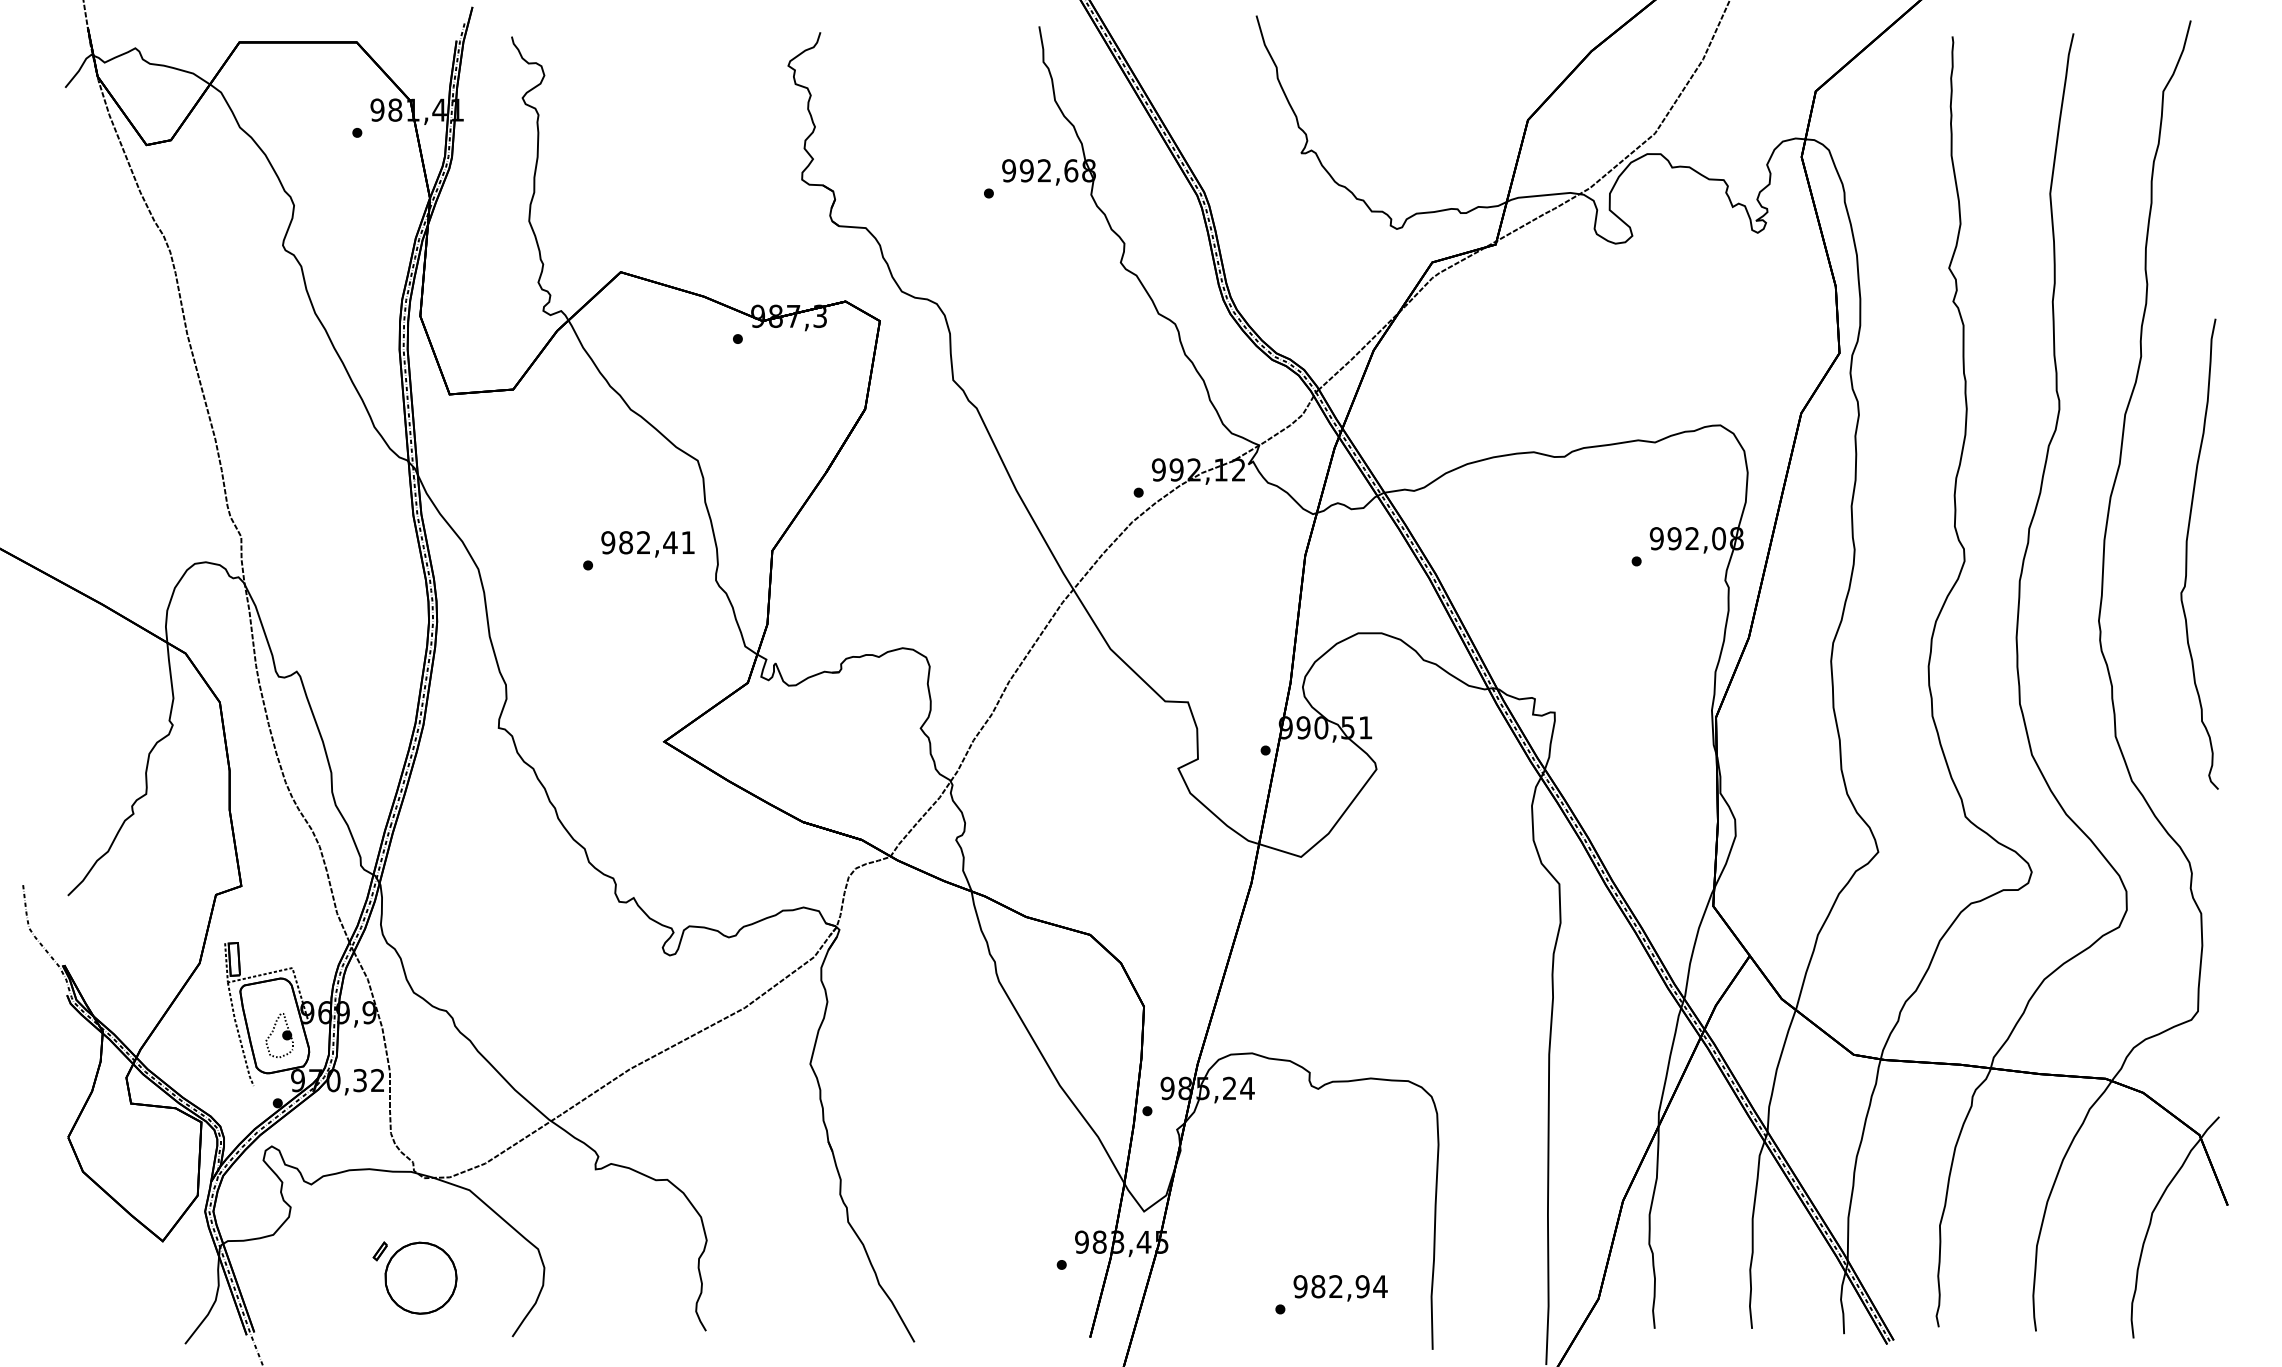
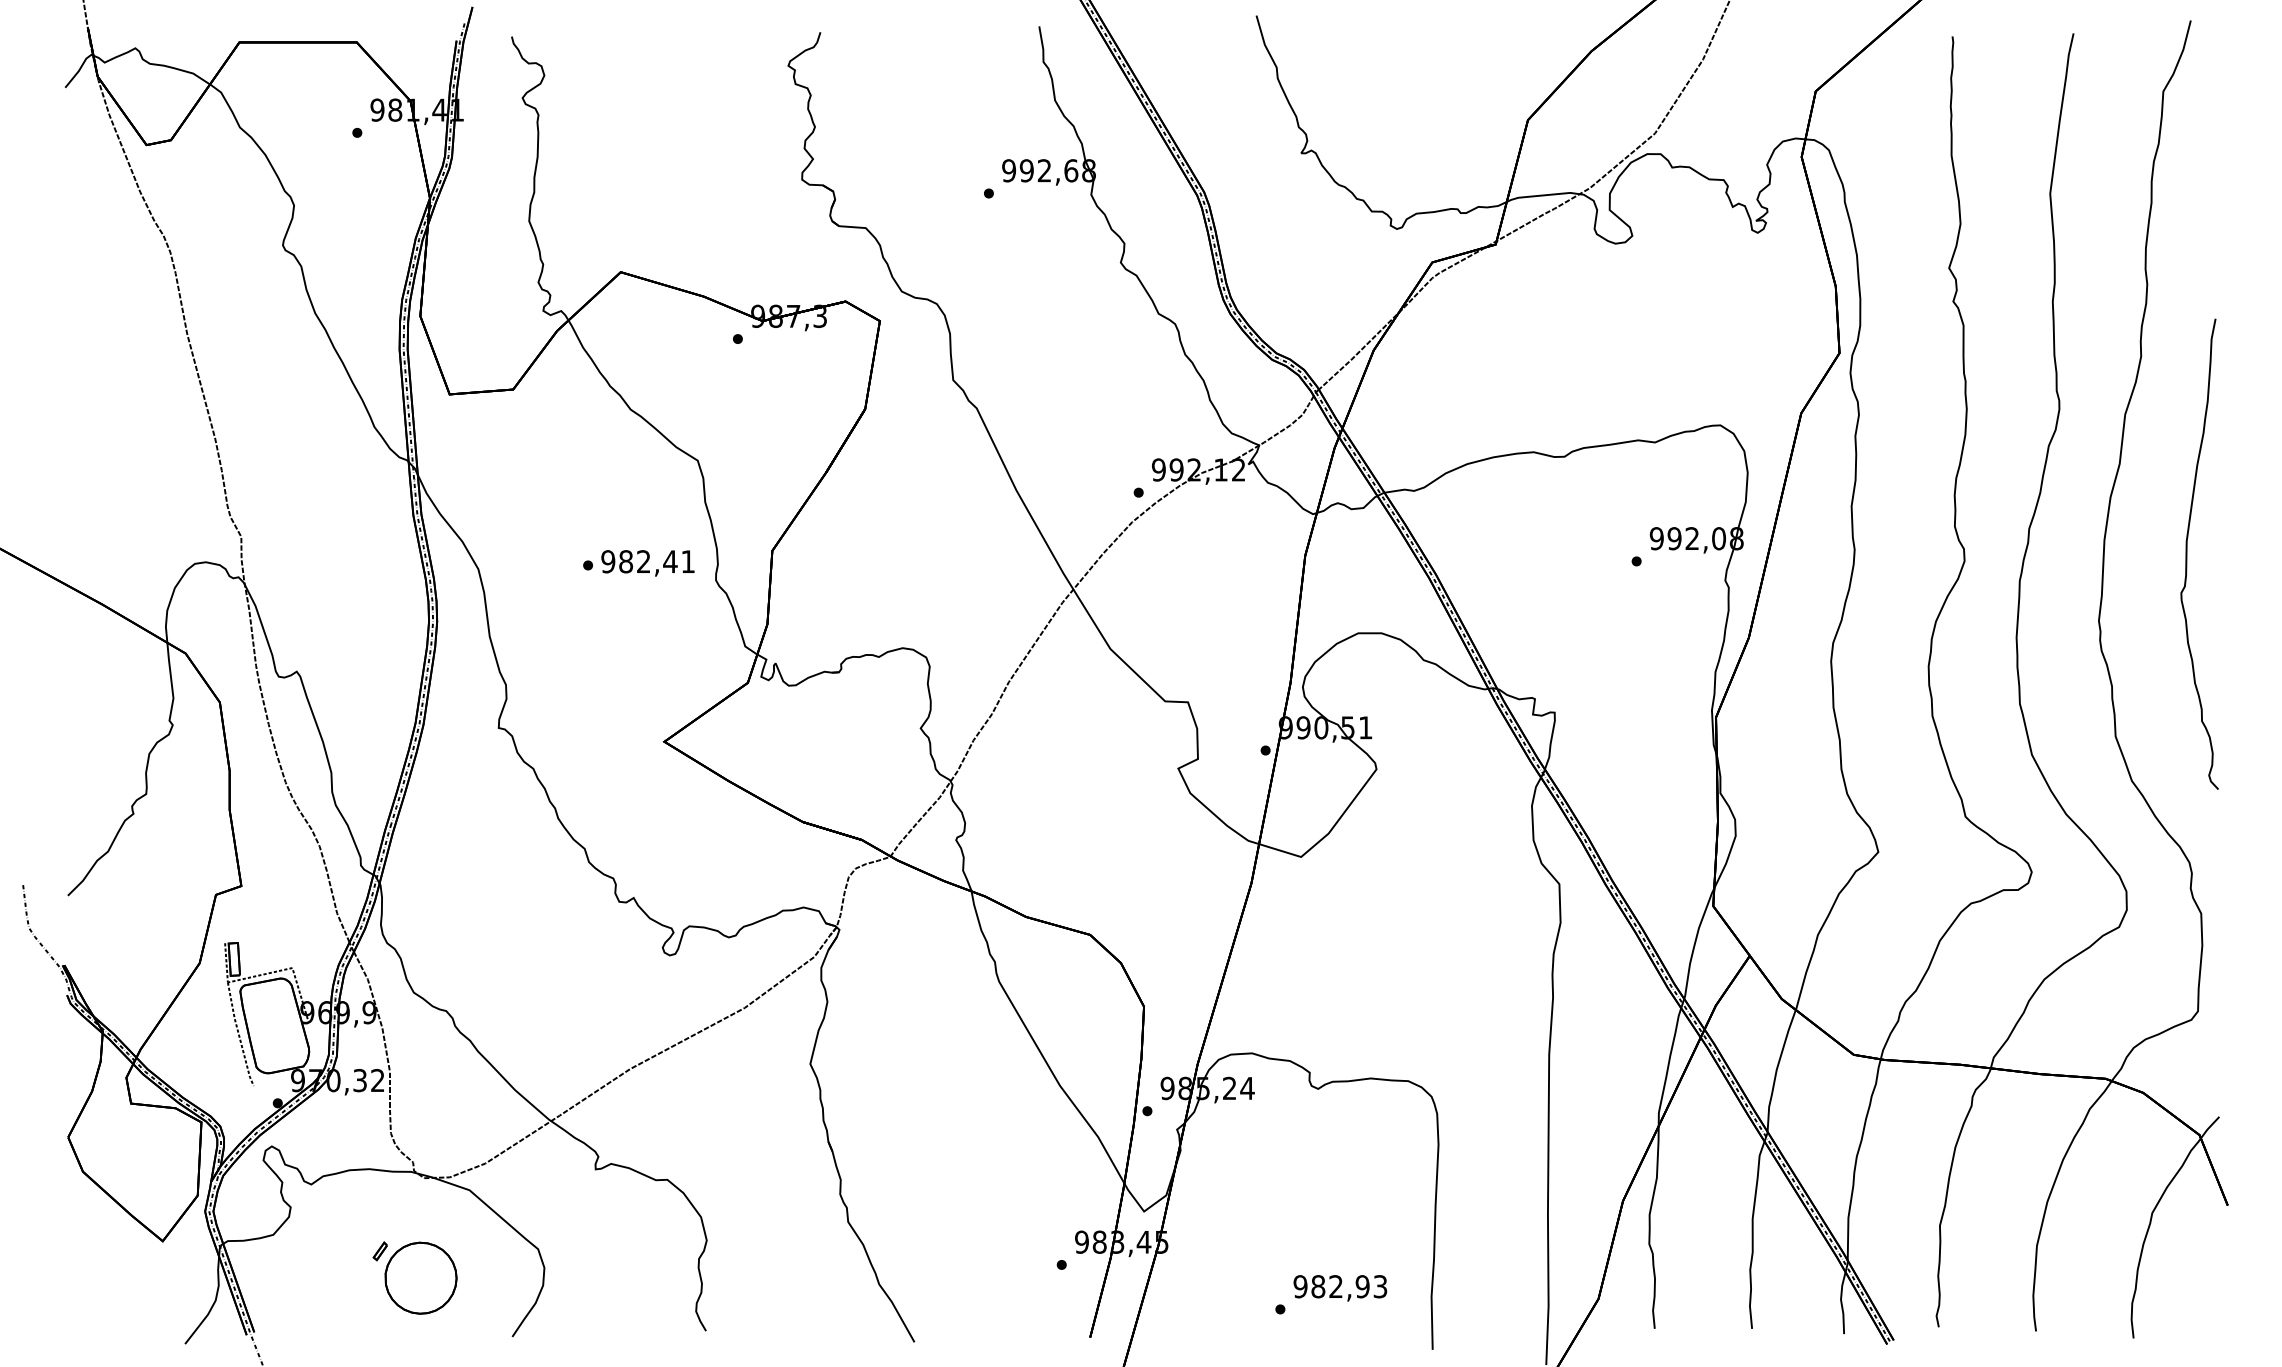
text at (647, 544) position: (647, 544) -> (647, 563)
part at (279, 1035): present -> none
text at (1380, 1286): 982,94 -> 982,93
